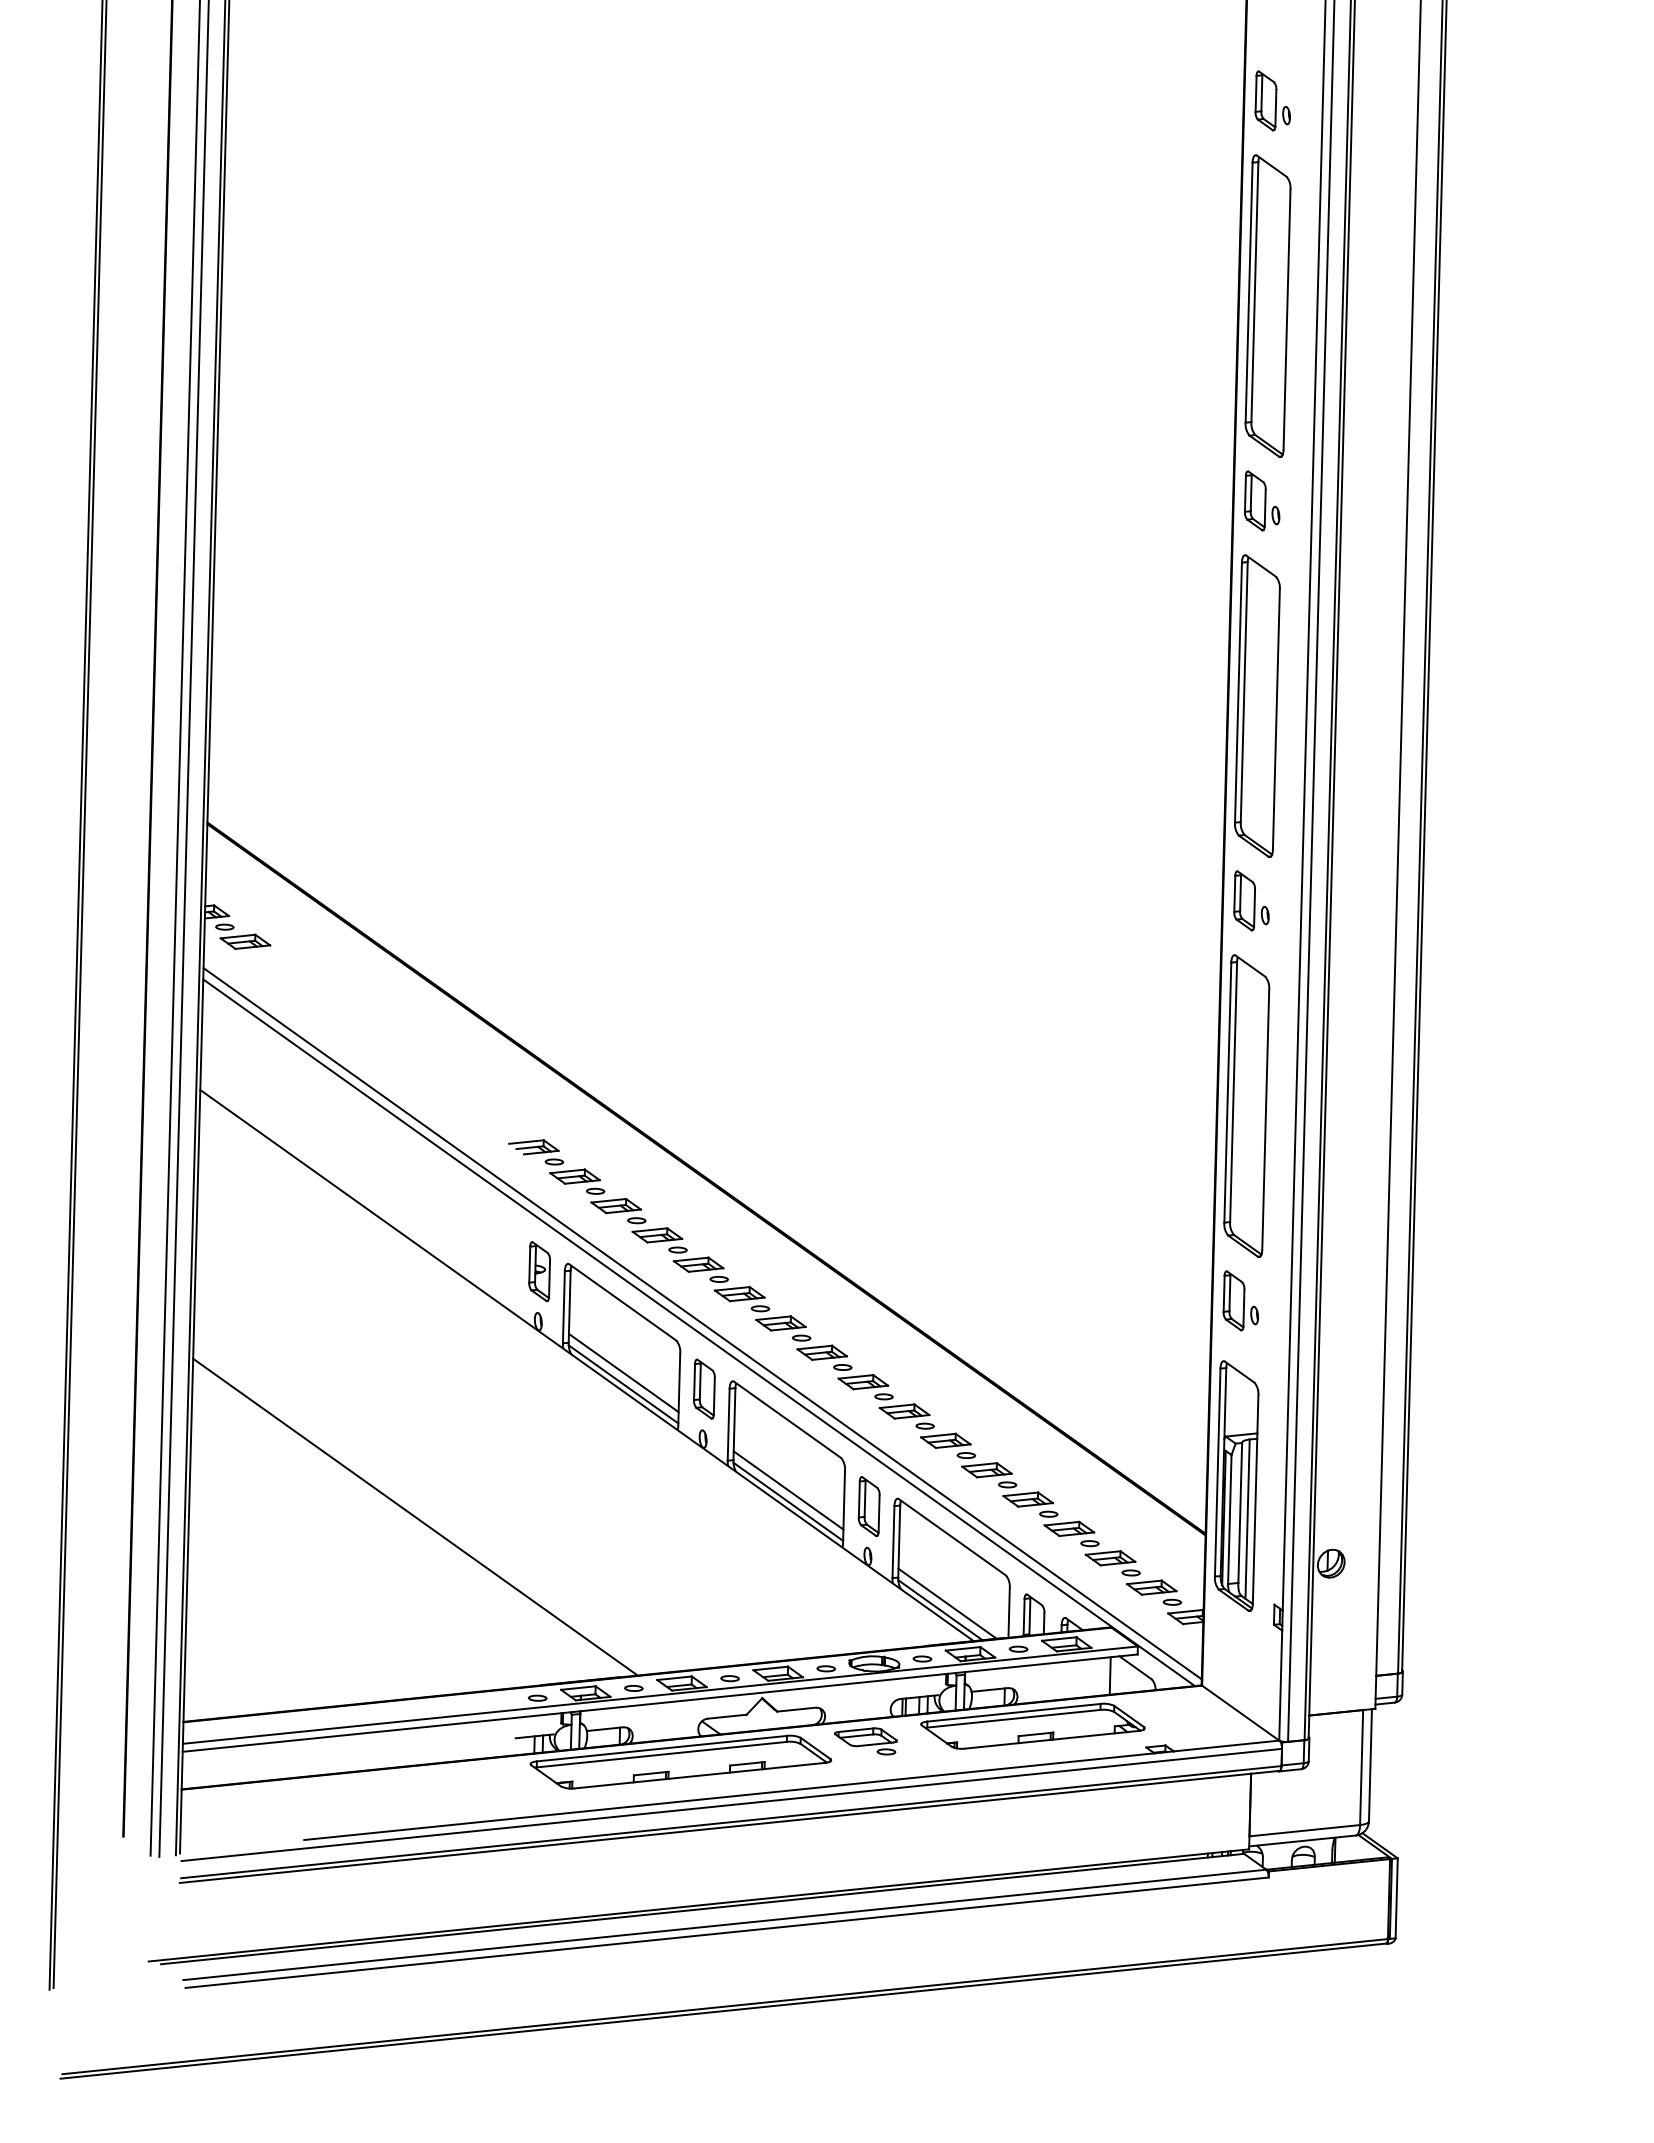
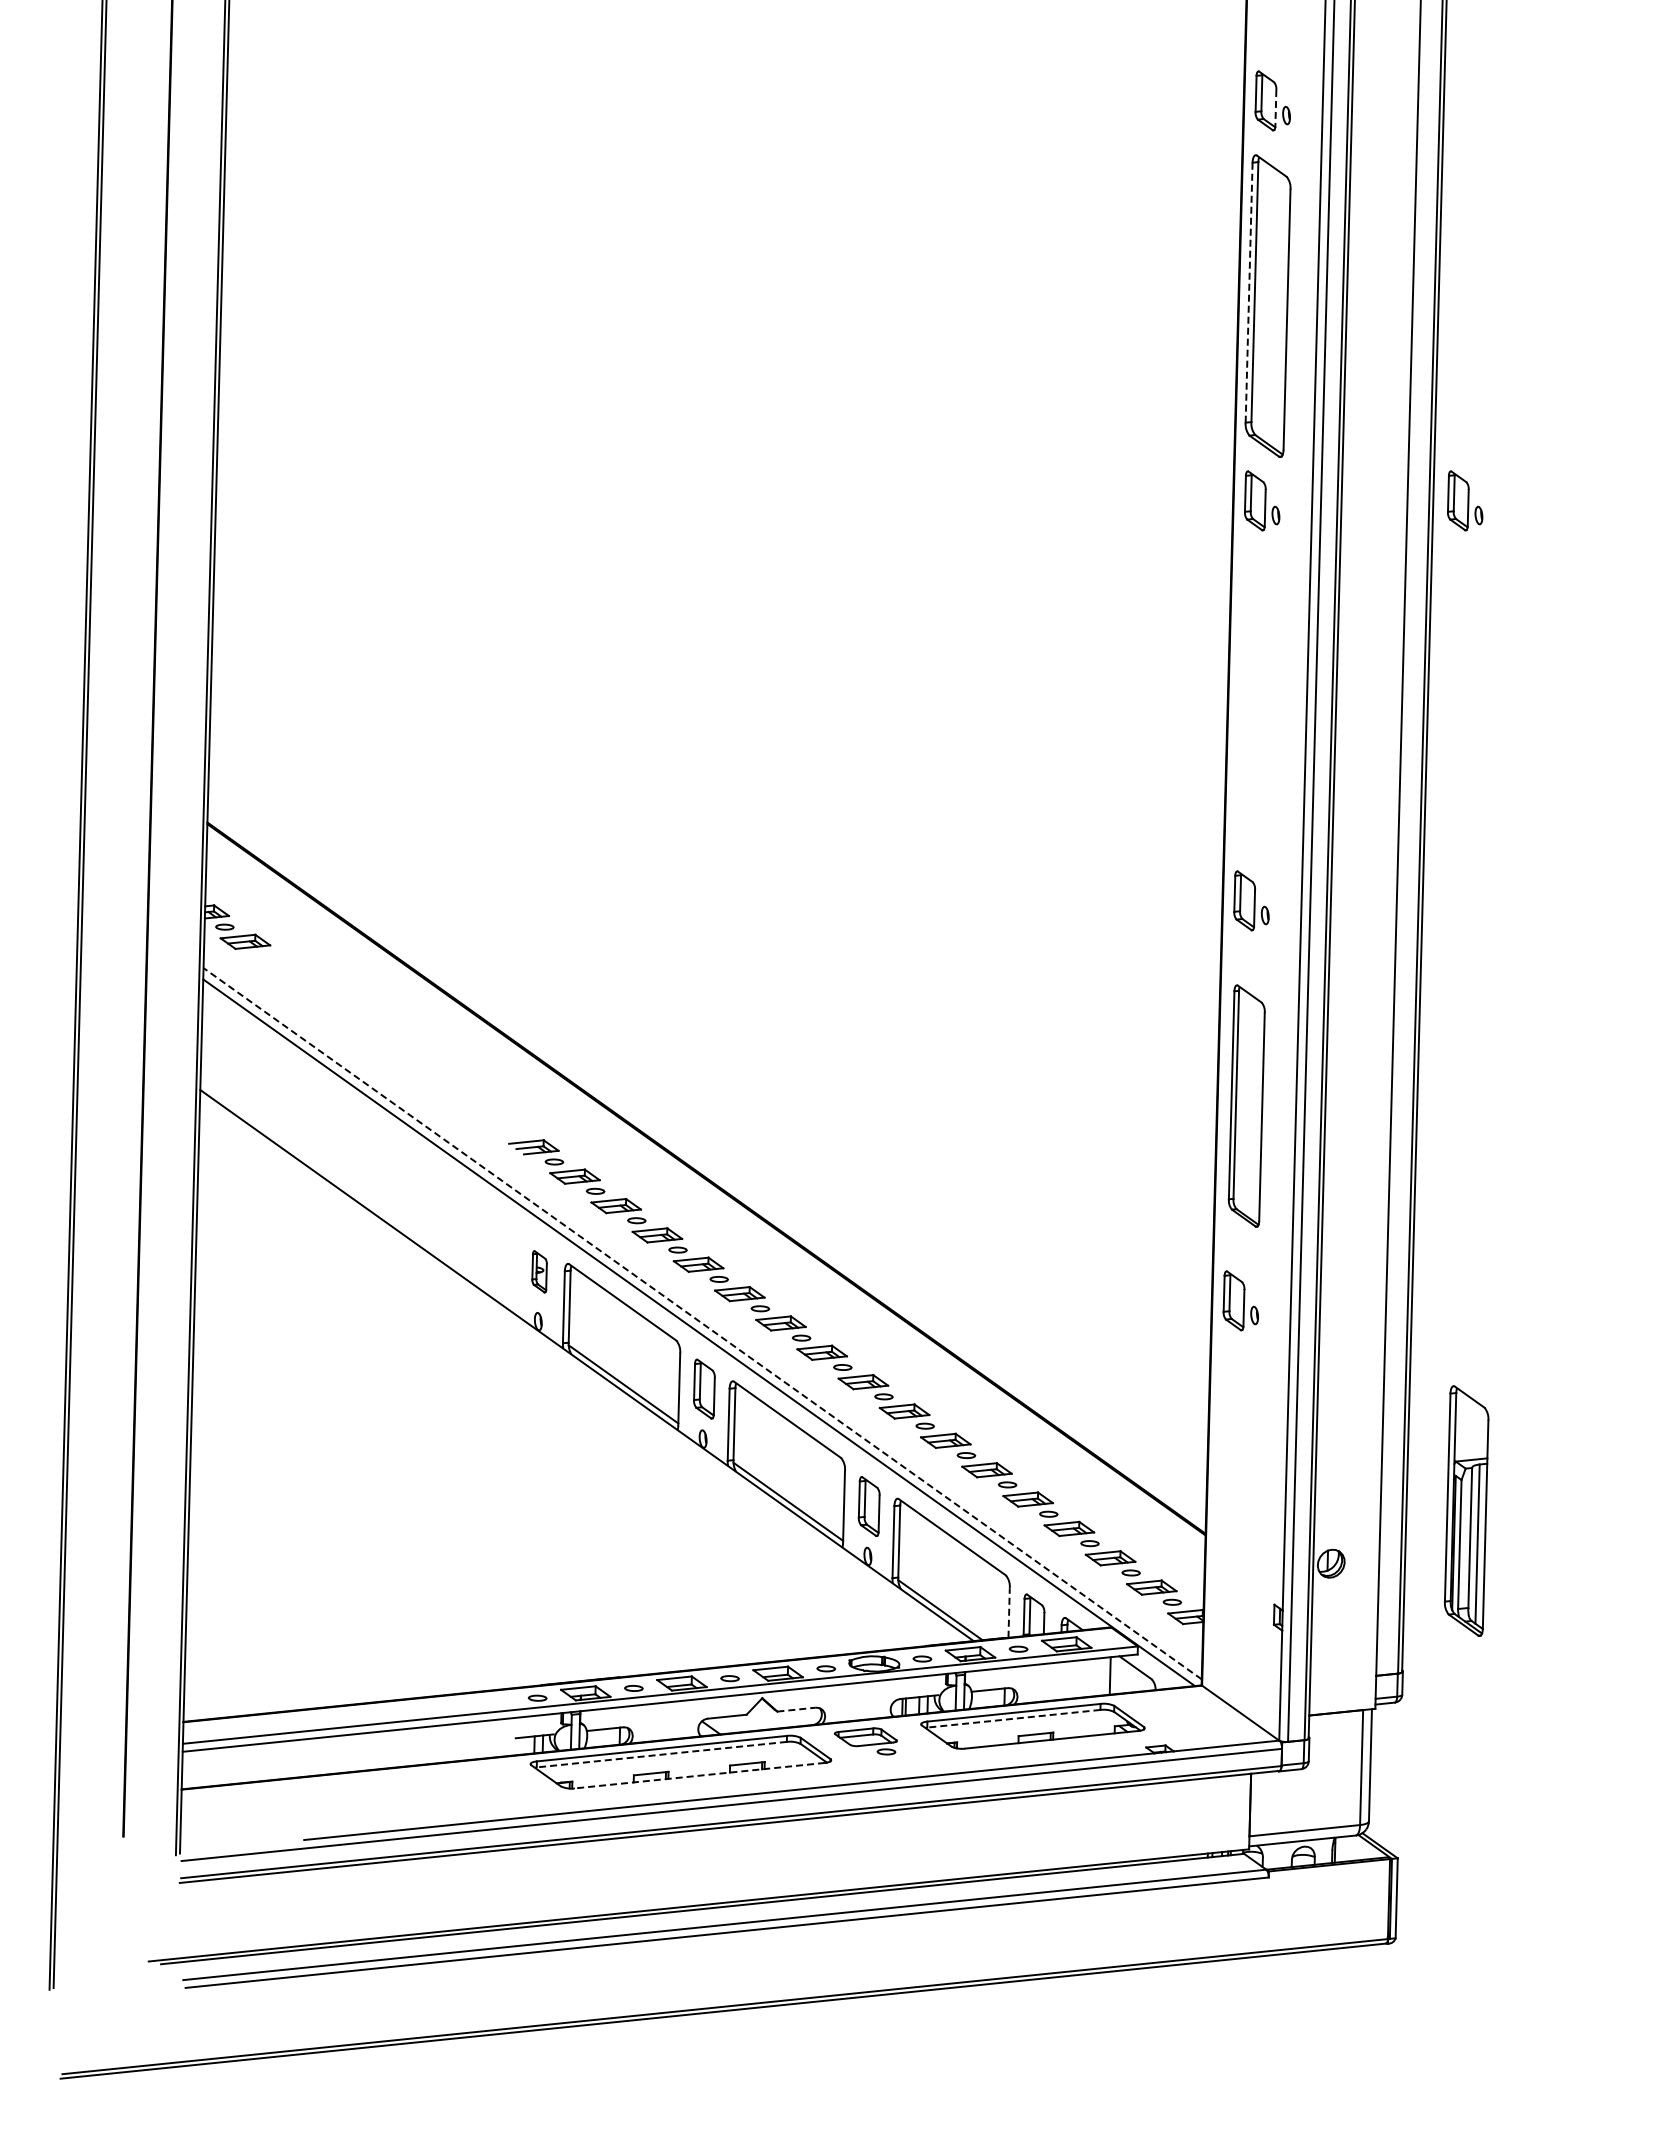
line at (1275, 108): solid -> dashed
line at (1249, 292): solid -> dashed
part at (1465, 500): none -> present
part at (1257, 705): present -> none
line at (174, 928): present -> none
line at (183, 929): present -> none
part at (1246, 1105) size: 48x304 px -> 39x244 px
part at (539, 1271) size: 23x62 px -> 17x44 px
line at (702, 1323): solid -> dashed
line at (623, 1372): present -> none
part at (1236, 1485) position: (1236, 1485) -> (1466, 1510)
line at (788, 1490): present -> none
line at (415, 1516): present -> none
line at (947, 1603): present -> none
line at (1009, 1613): solid -> dashed
line at (797, 1709): solid -> dashed
line at (1013, 1718): solid -> dashed
line at (661, 1754): solid -> dashed
line at (699, 1775): solid -> dashed
